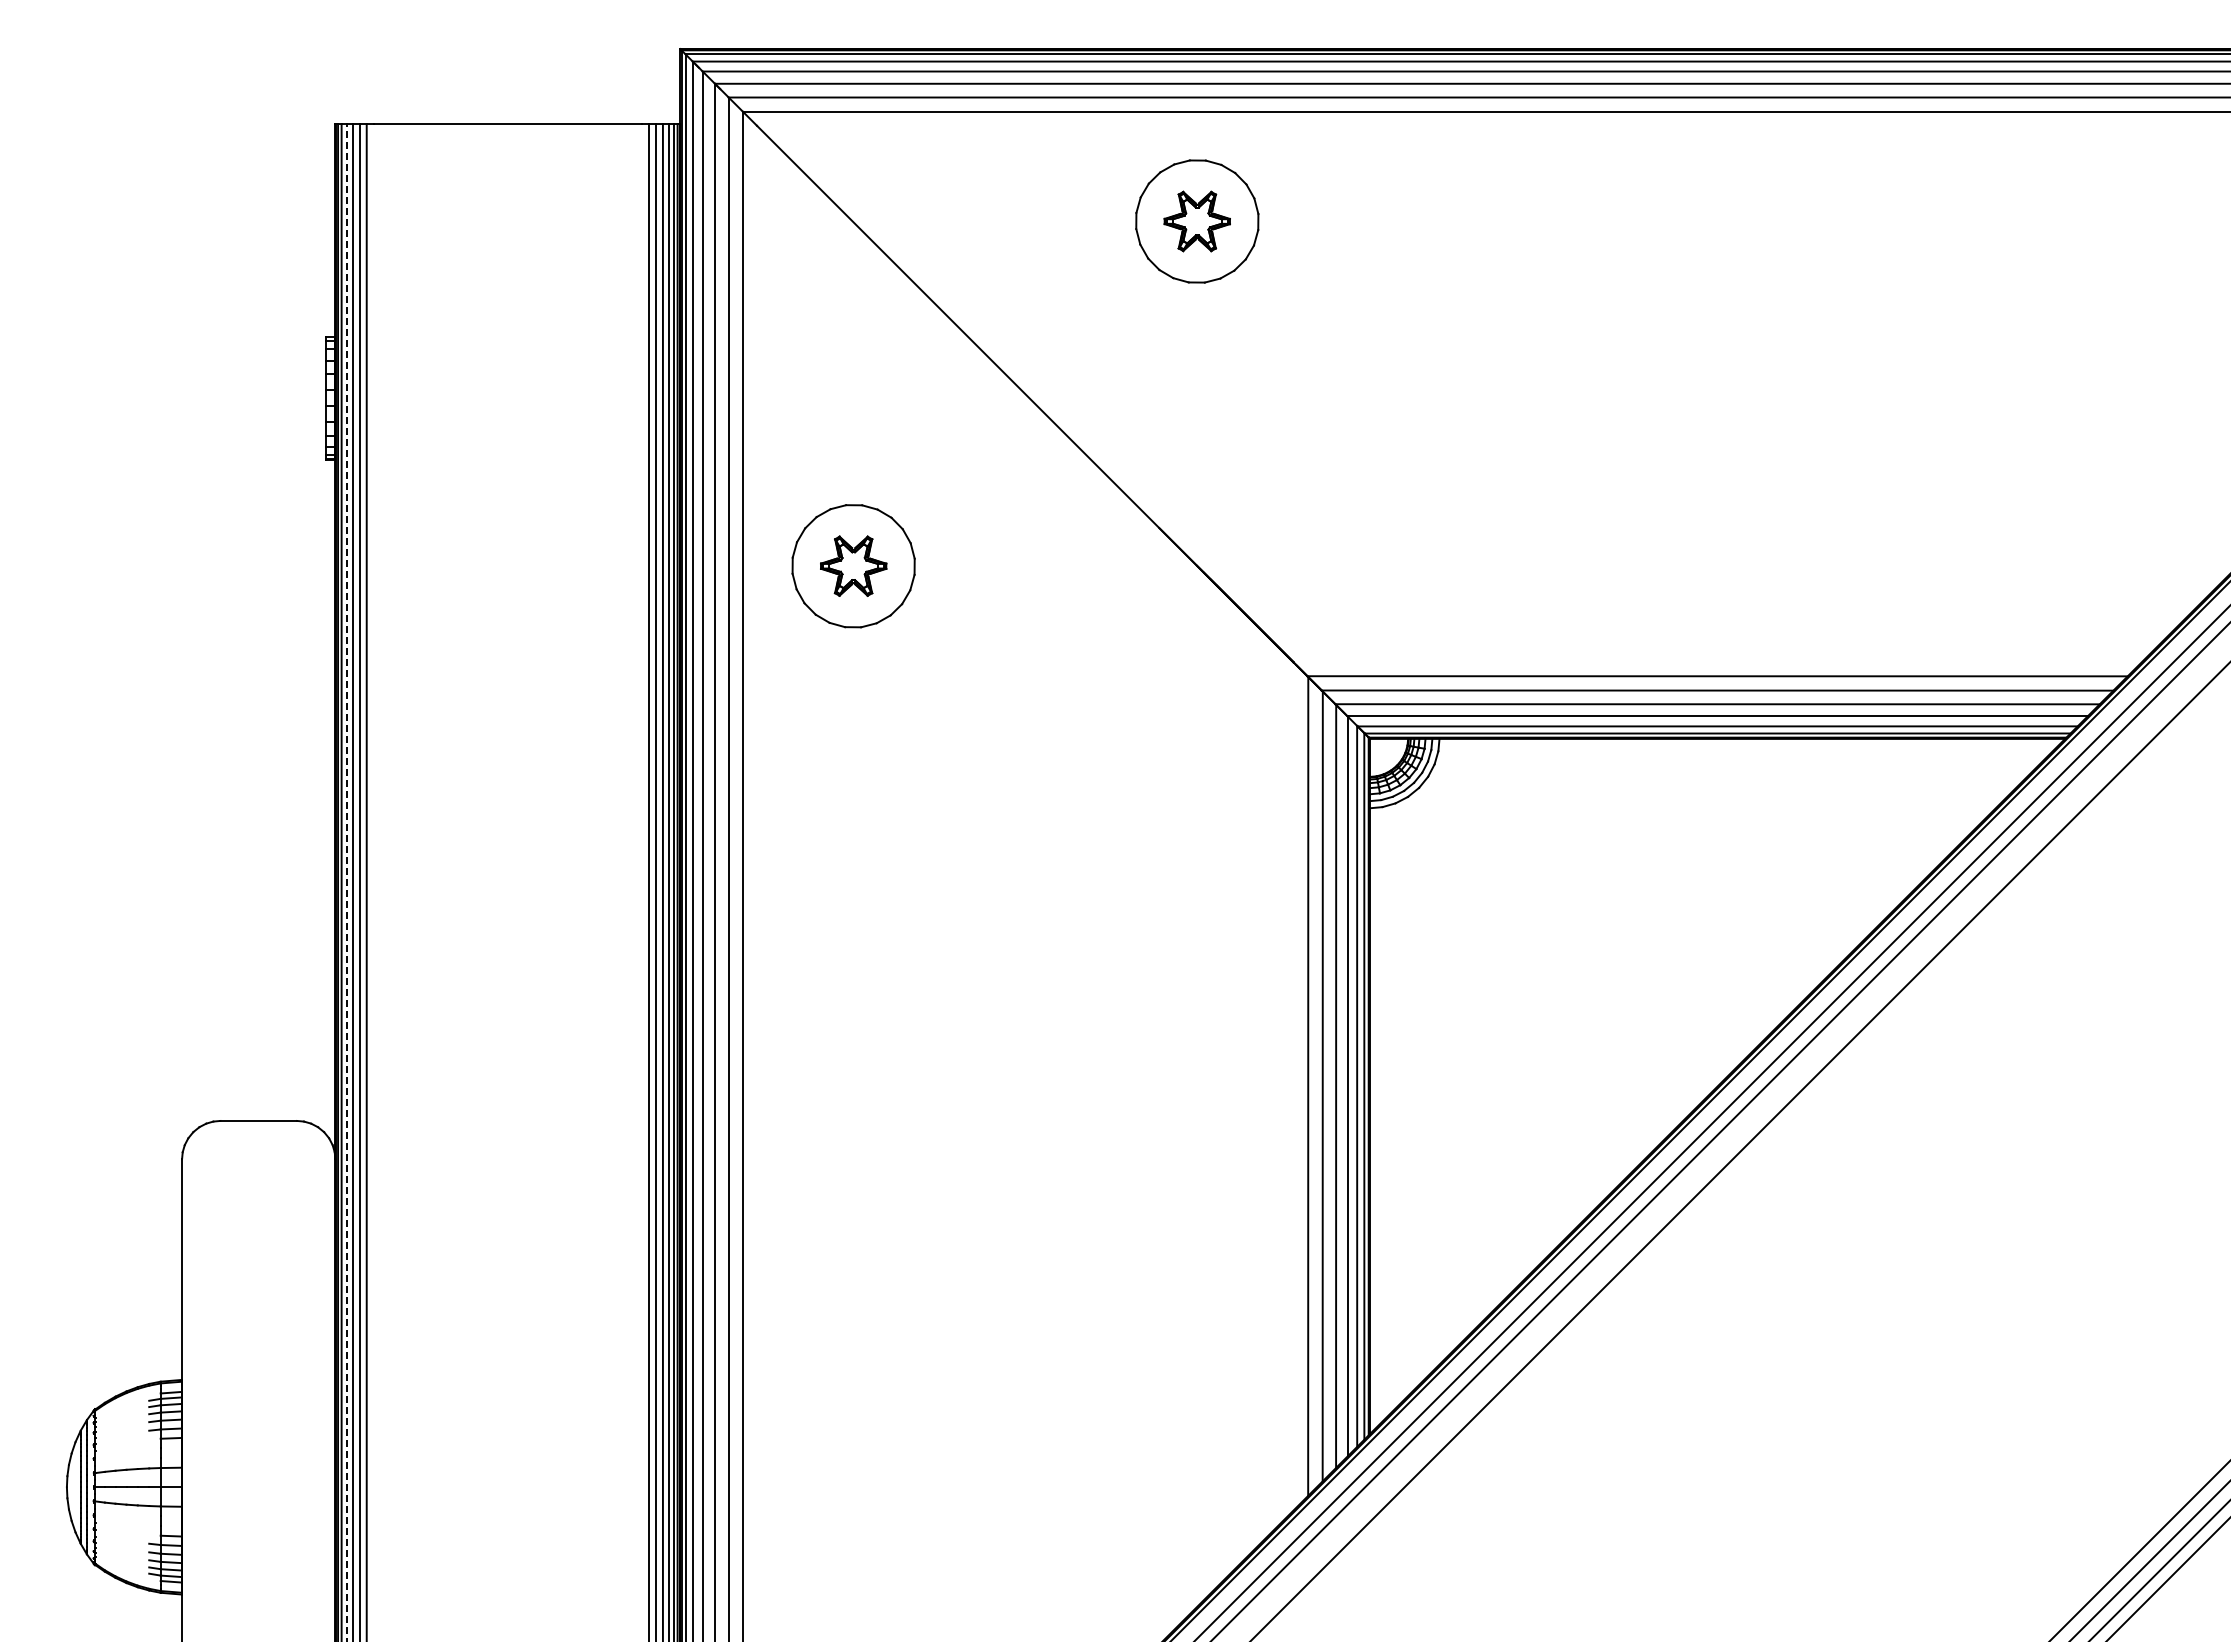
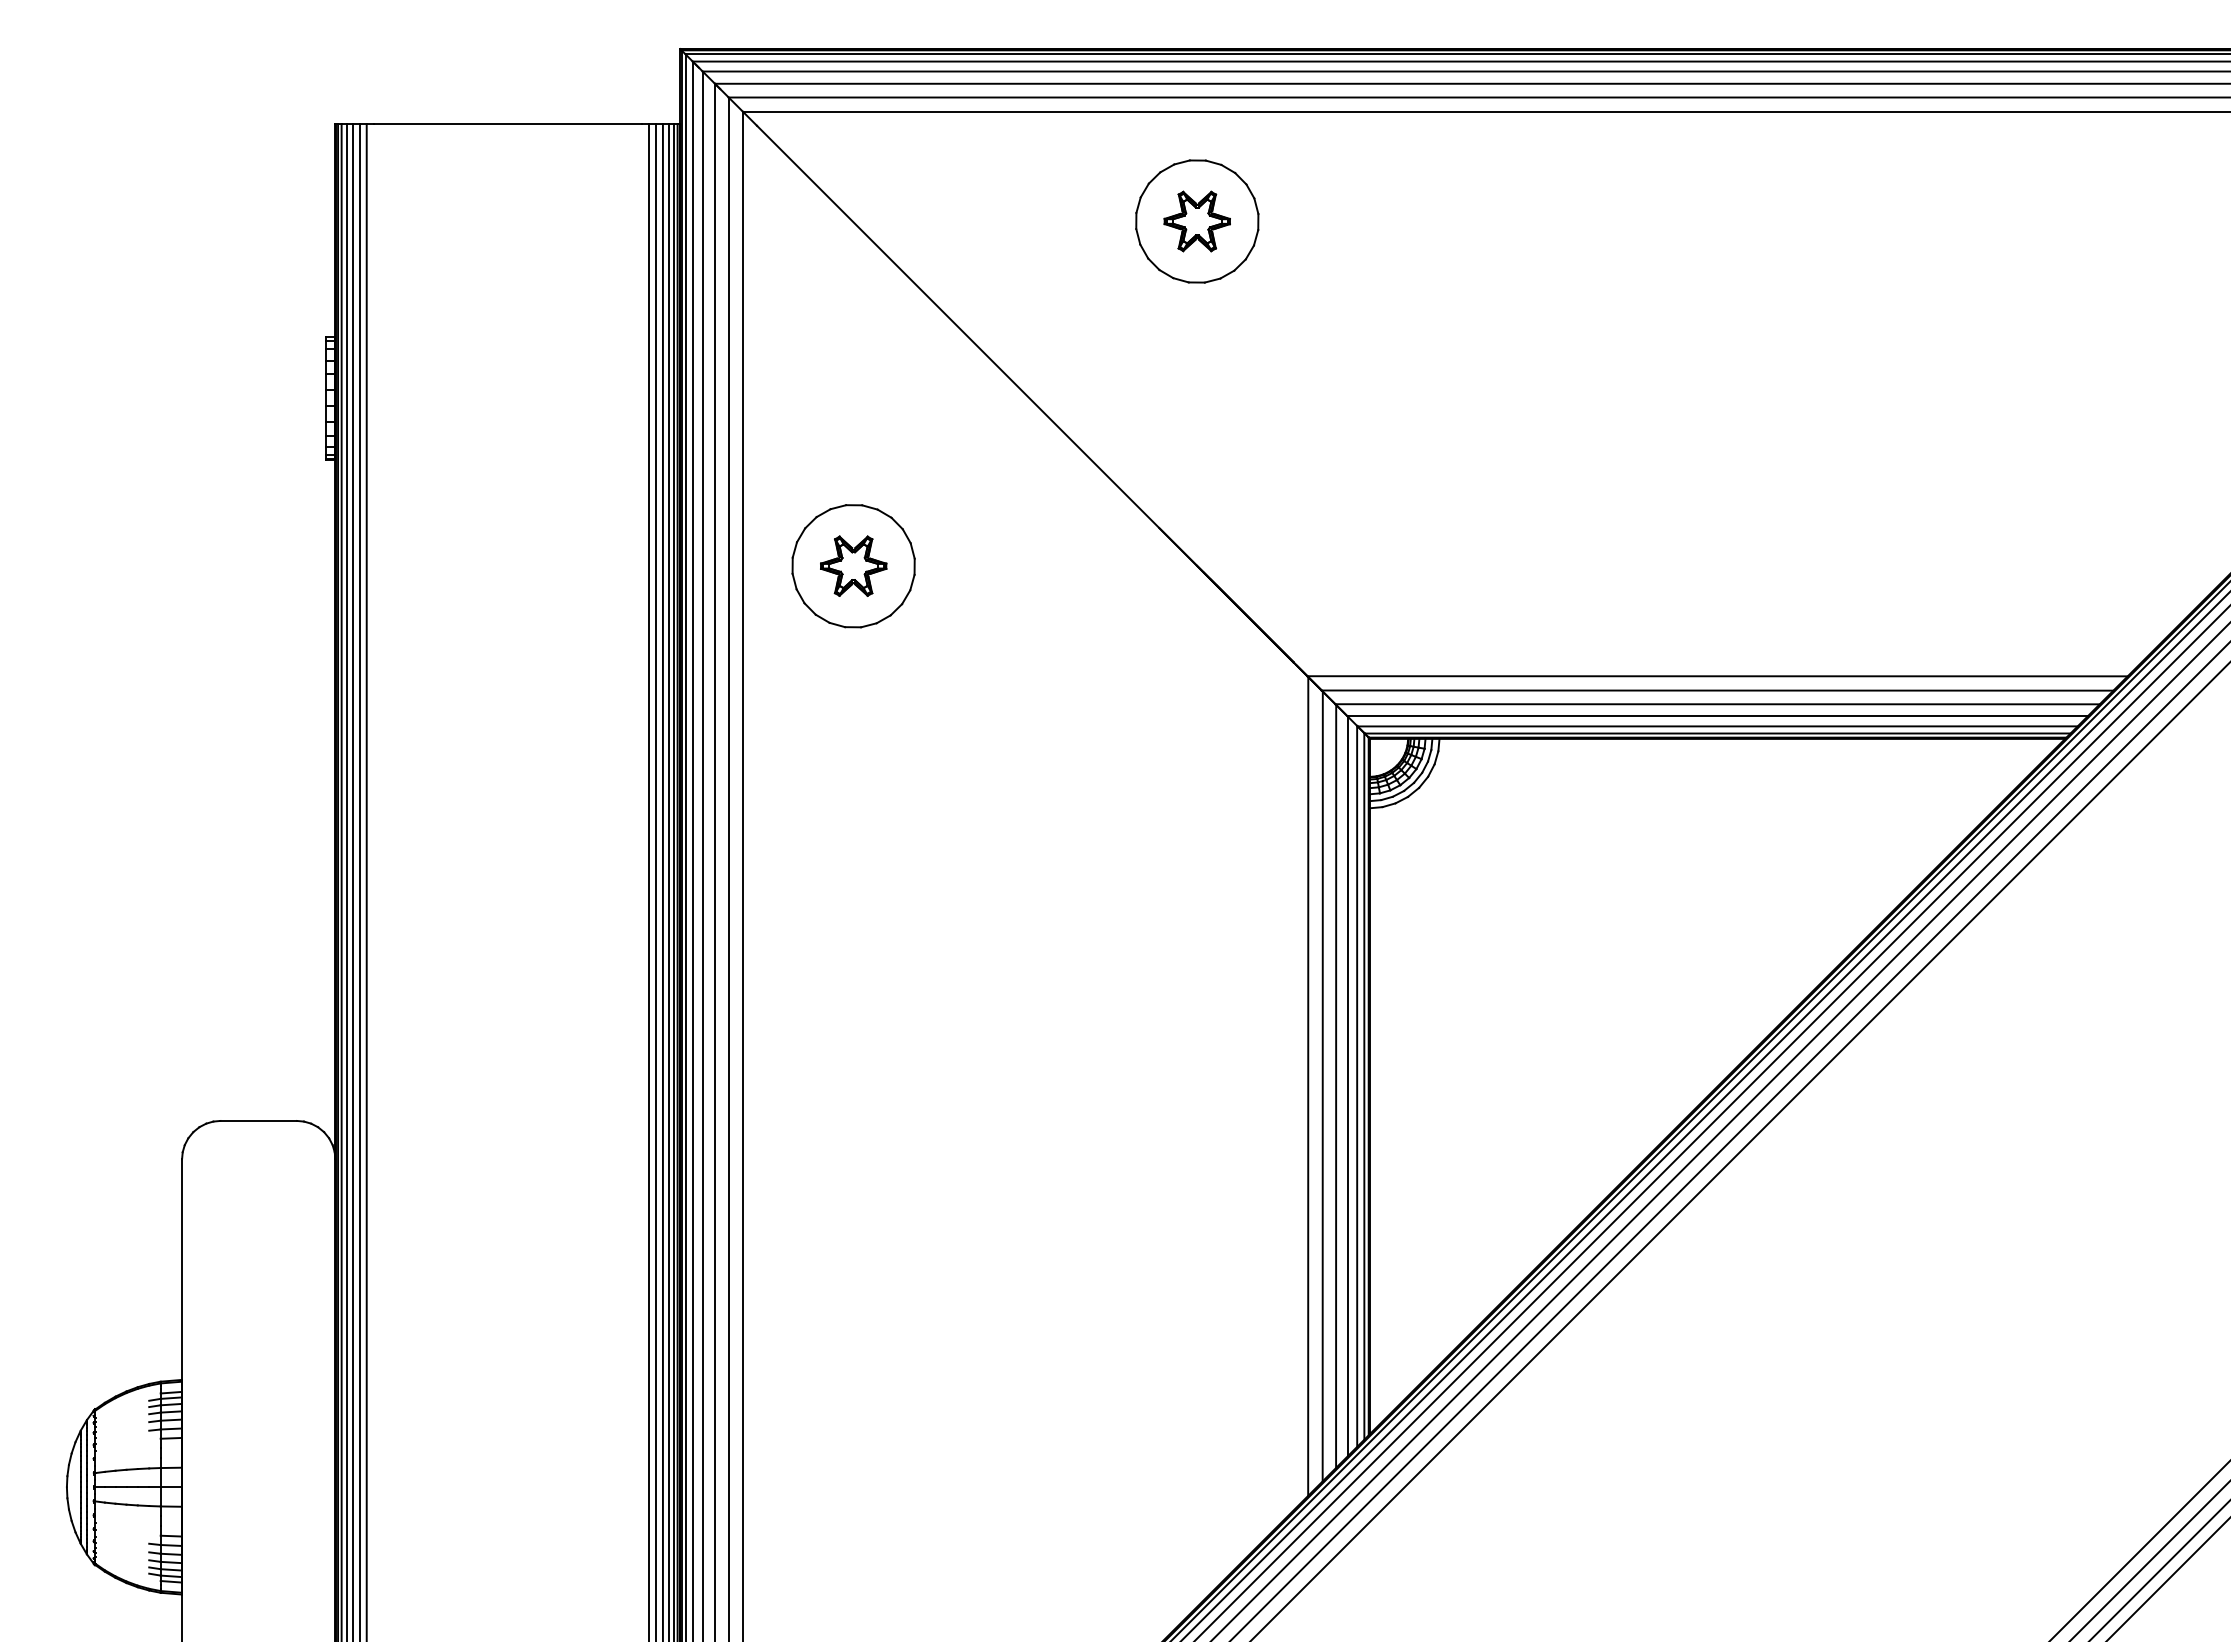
line at (346, 882): dashed -> solid
line at (1705, 1116): none -> present
line at (1729, 1141): none -> present
